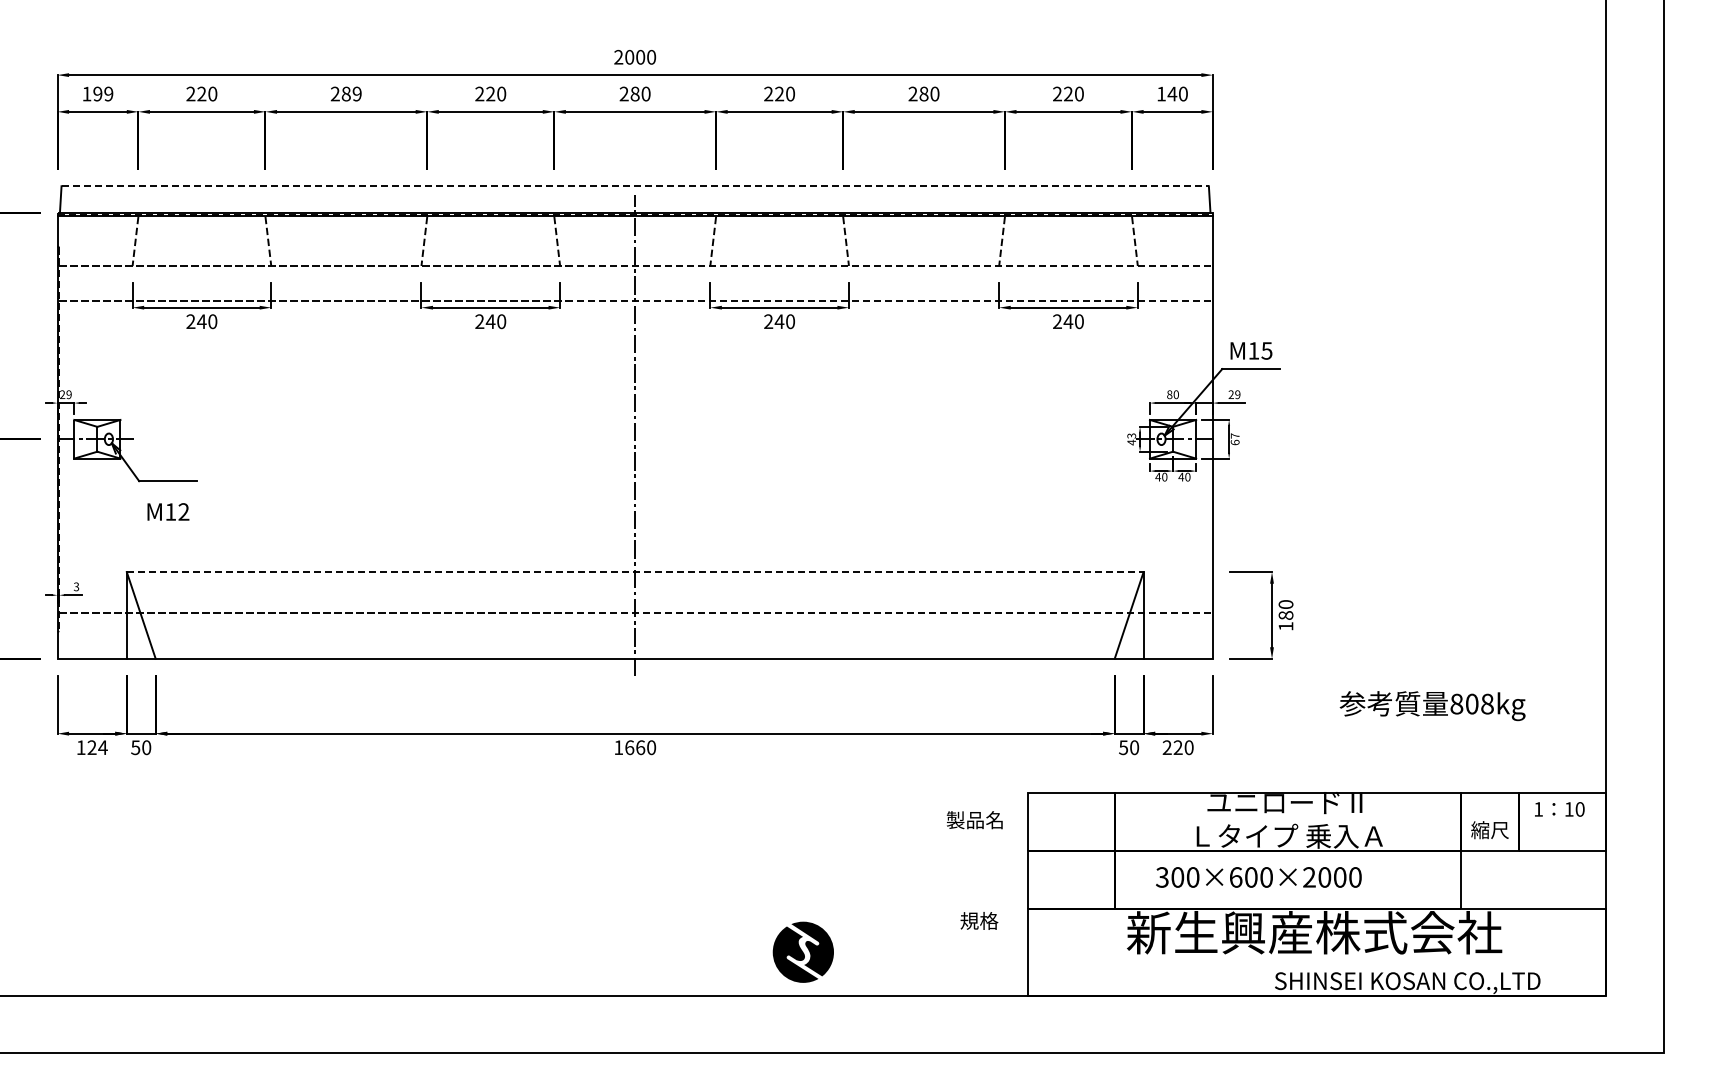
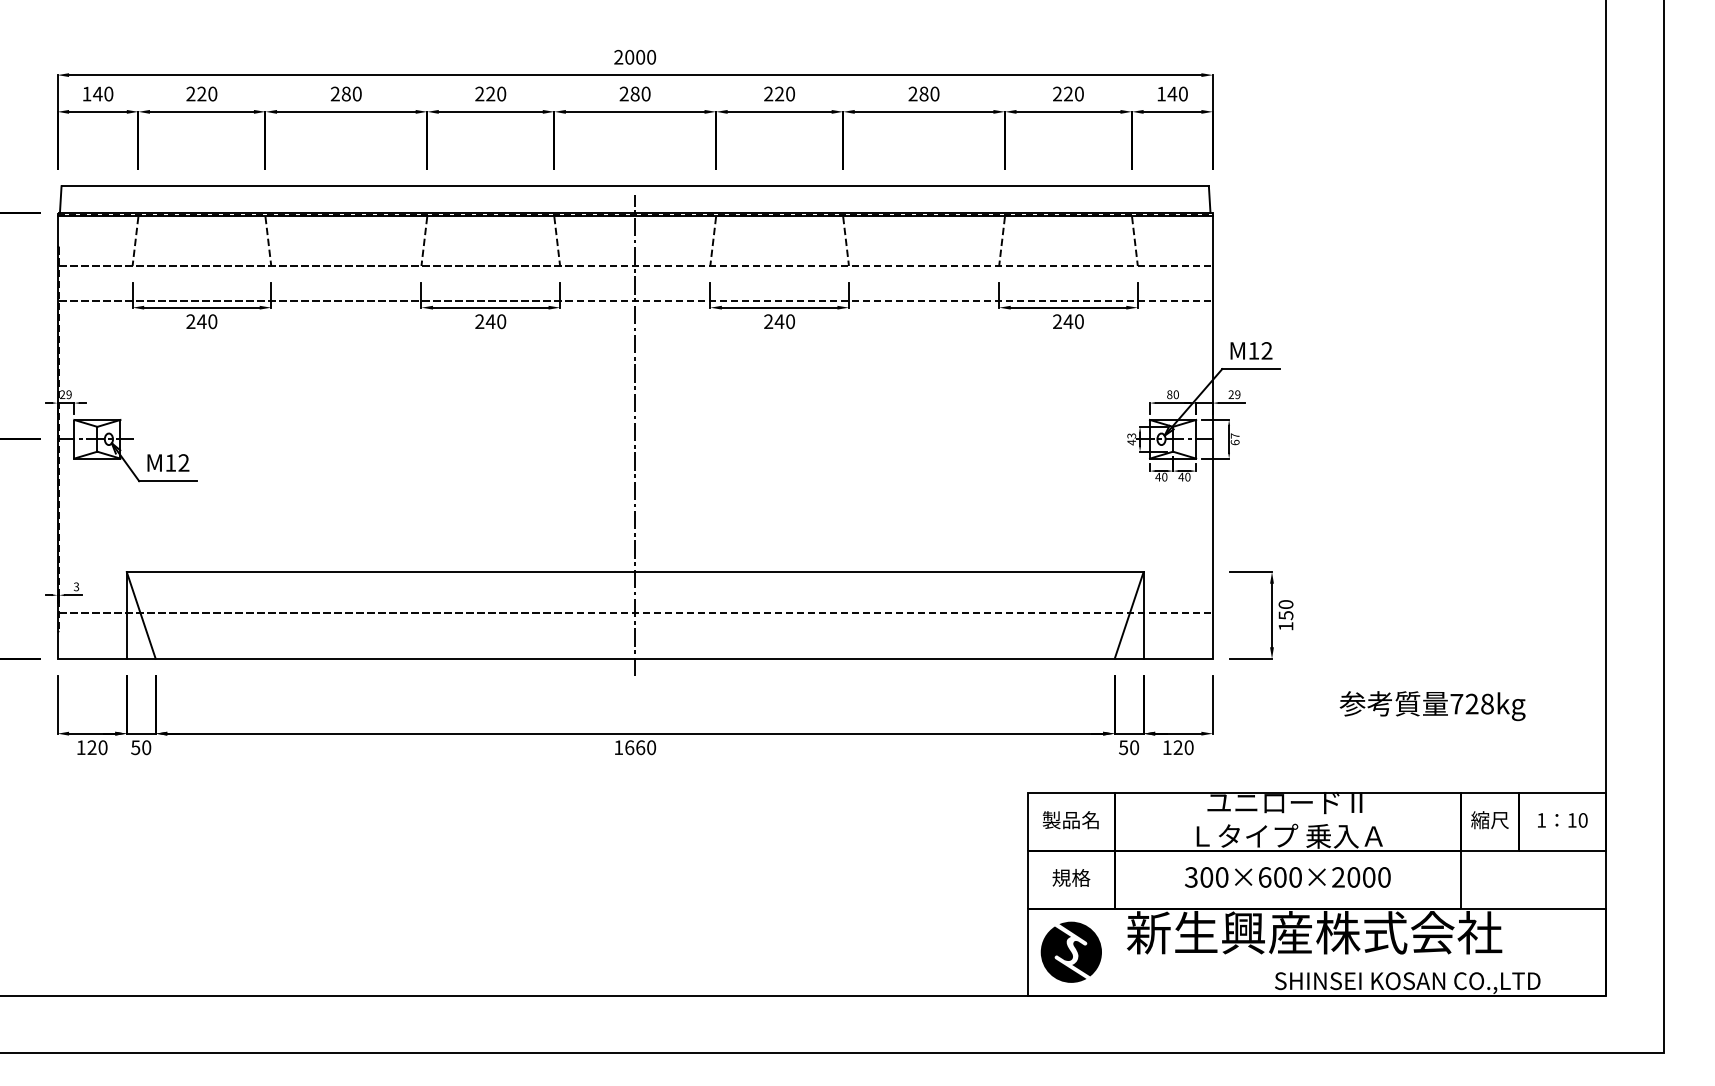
text at (102, 93): 199 -> 140
text at (356, 93): 289 -> 280
line at (635, 186): dashed -> solid
text at (1266, 350): M15 -> M12
text at (168, 511) position: (168, 511) -> (168, 462)
line at (635, 572): dashed -> solid
text at (1285, 615): 180 -> 150
text at (1464, 703): 808kg -> 728kg
text at (102, 747): 124 -> 120
text at (1166, 747): 220 -> 120
text at (1559, 809) position: (1559, 809) -> (1562, 820)
text at (974, 820) position: (974, 820) -> (1070, 820)
text at (1489, 830) position: (1489, 830) -> (1489, 820)
text at (1258, 877) position: (1258, 877) -> (1287, 877)
text at (979, 920) position: (979, 920) -> (1071, 877)
part at (802, 951) position: (802, 951) -> (1070, 951)
